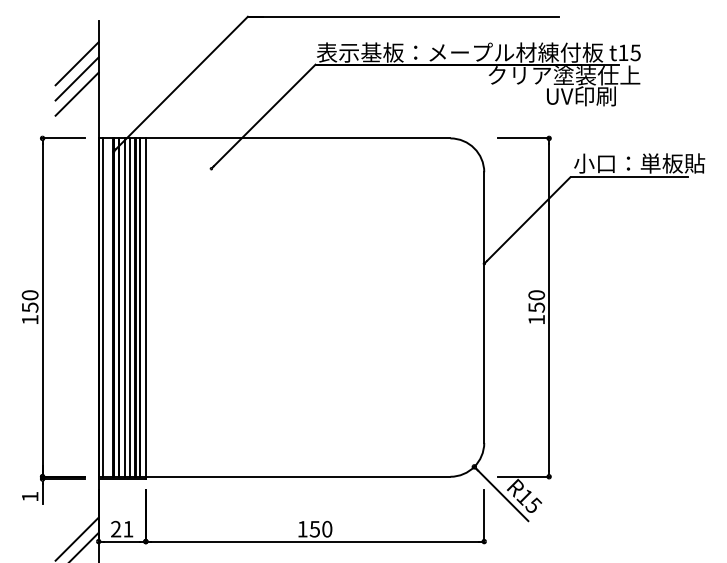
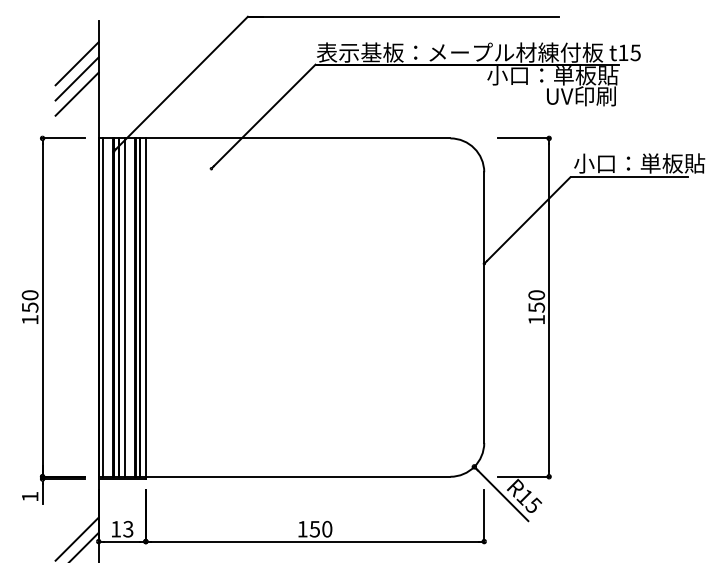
text at (563, 75): クリア塗装仕上 -> 小口：単板貼
line at (129, 307): present -> none
text at (122, 528): 21 -> 13
